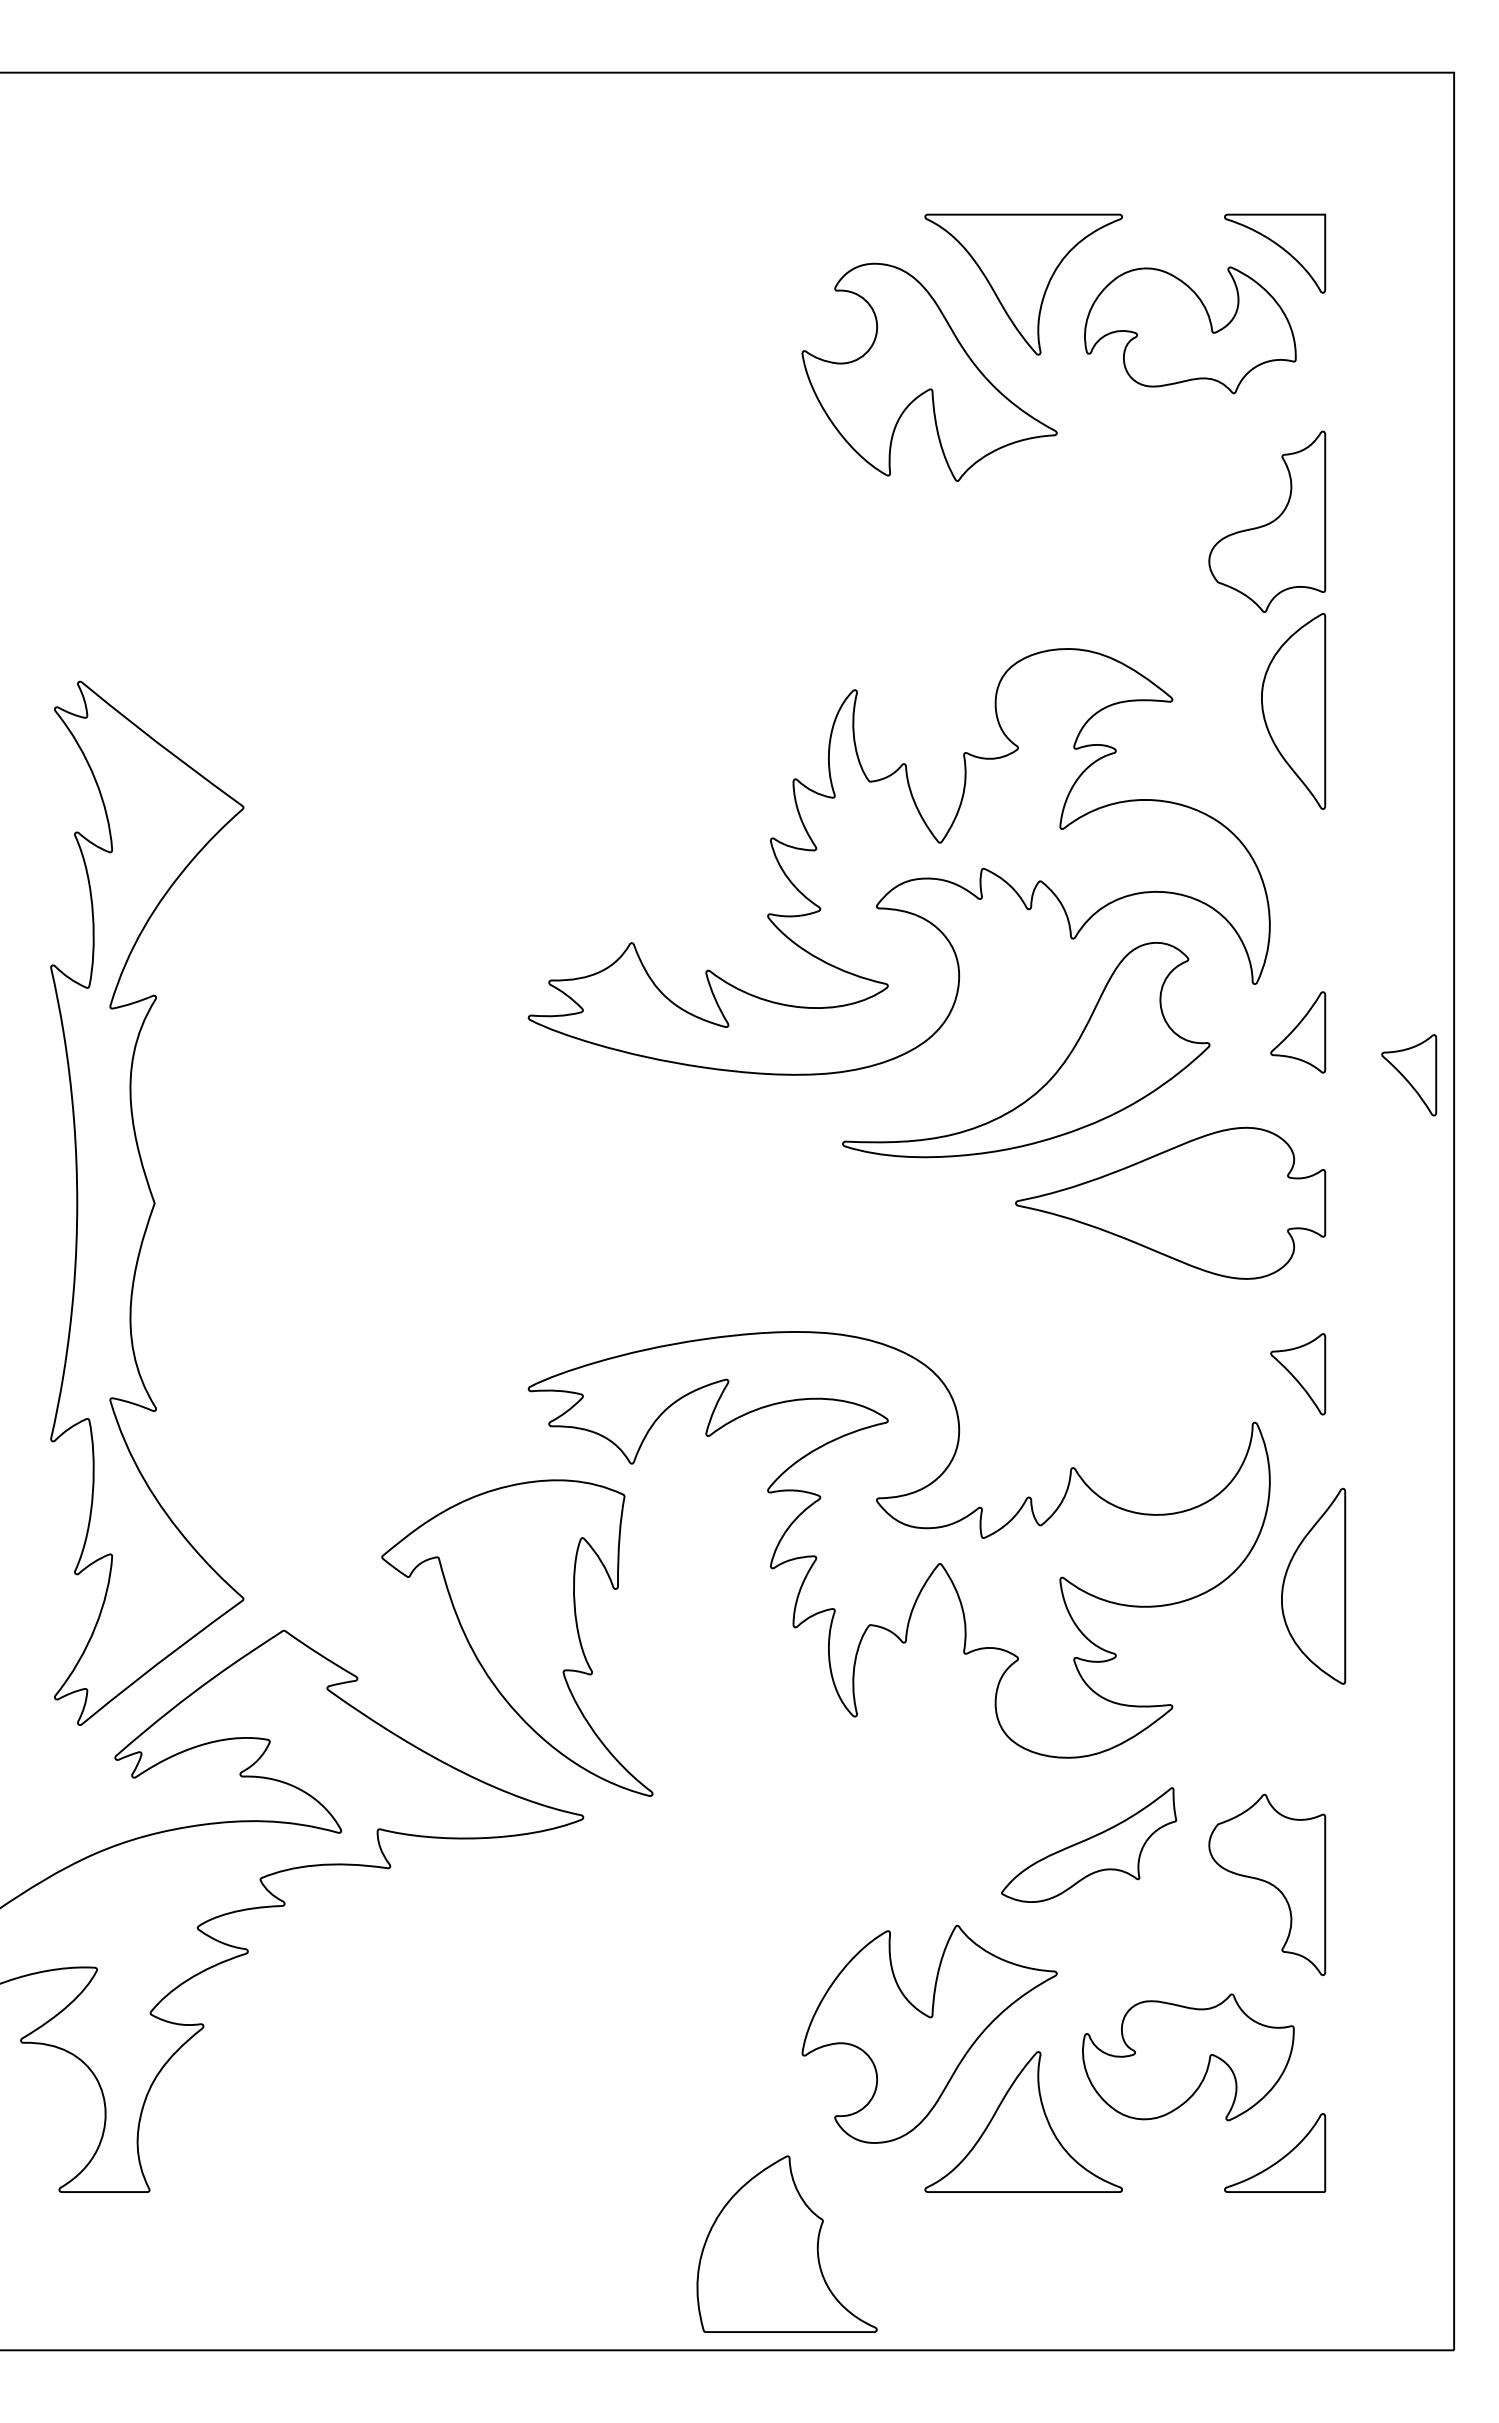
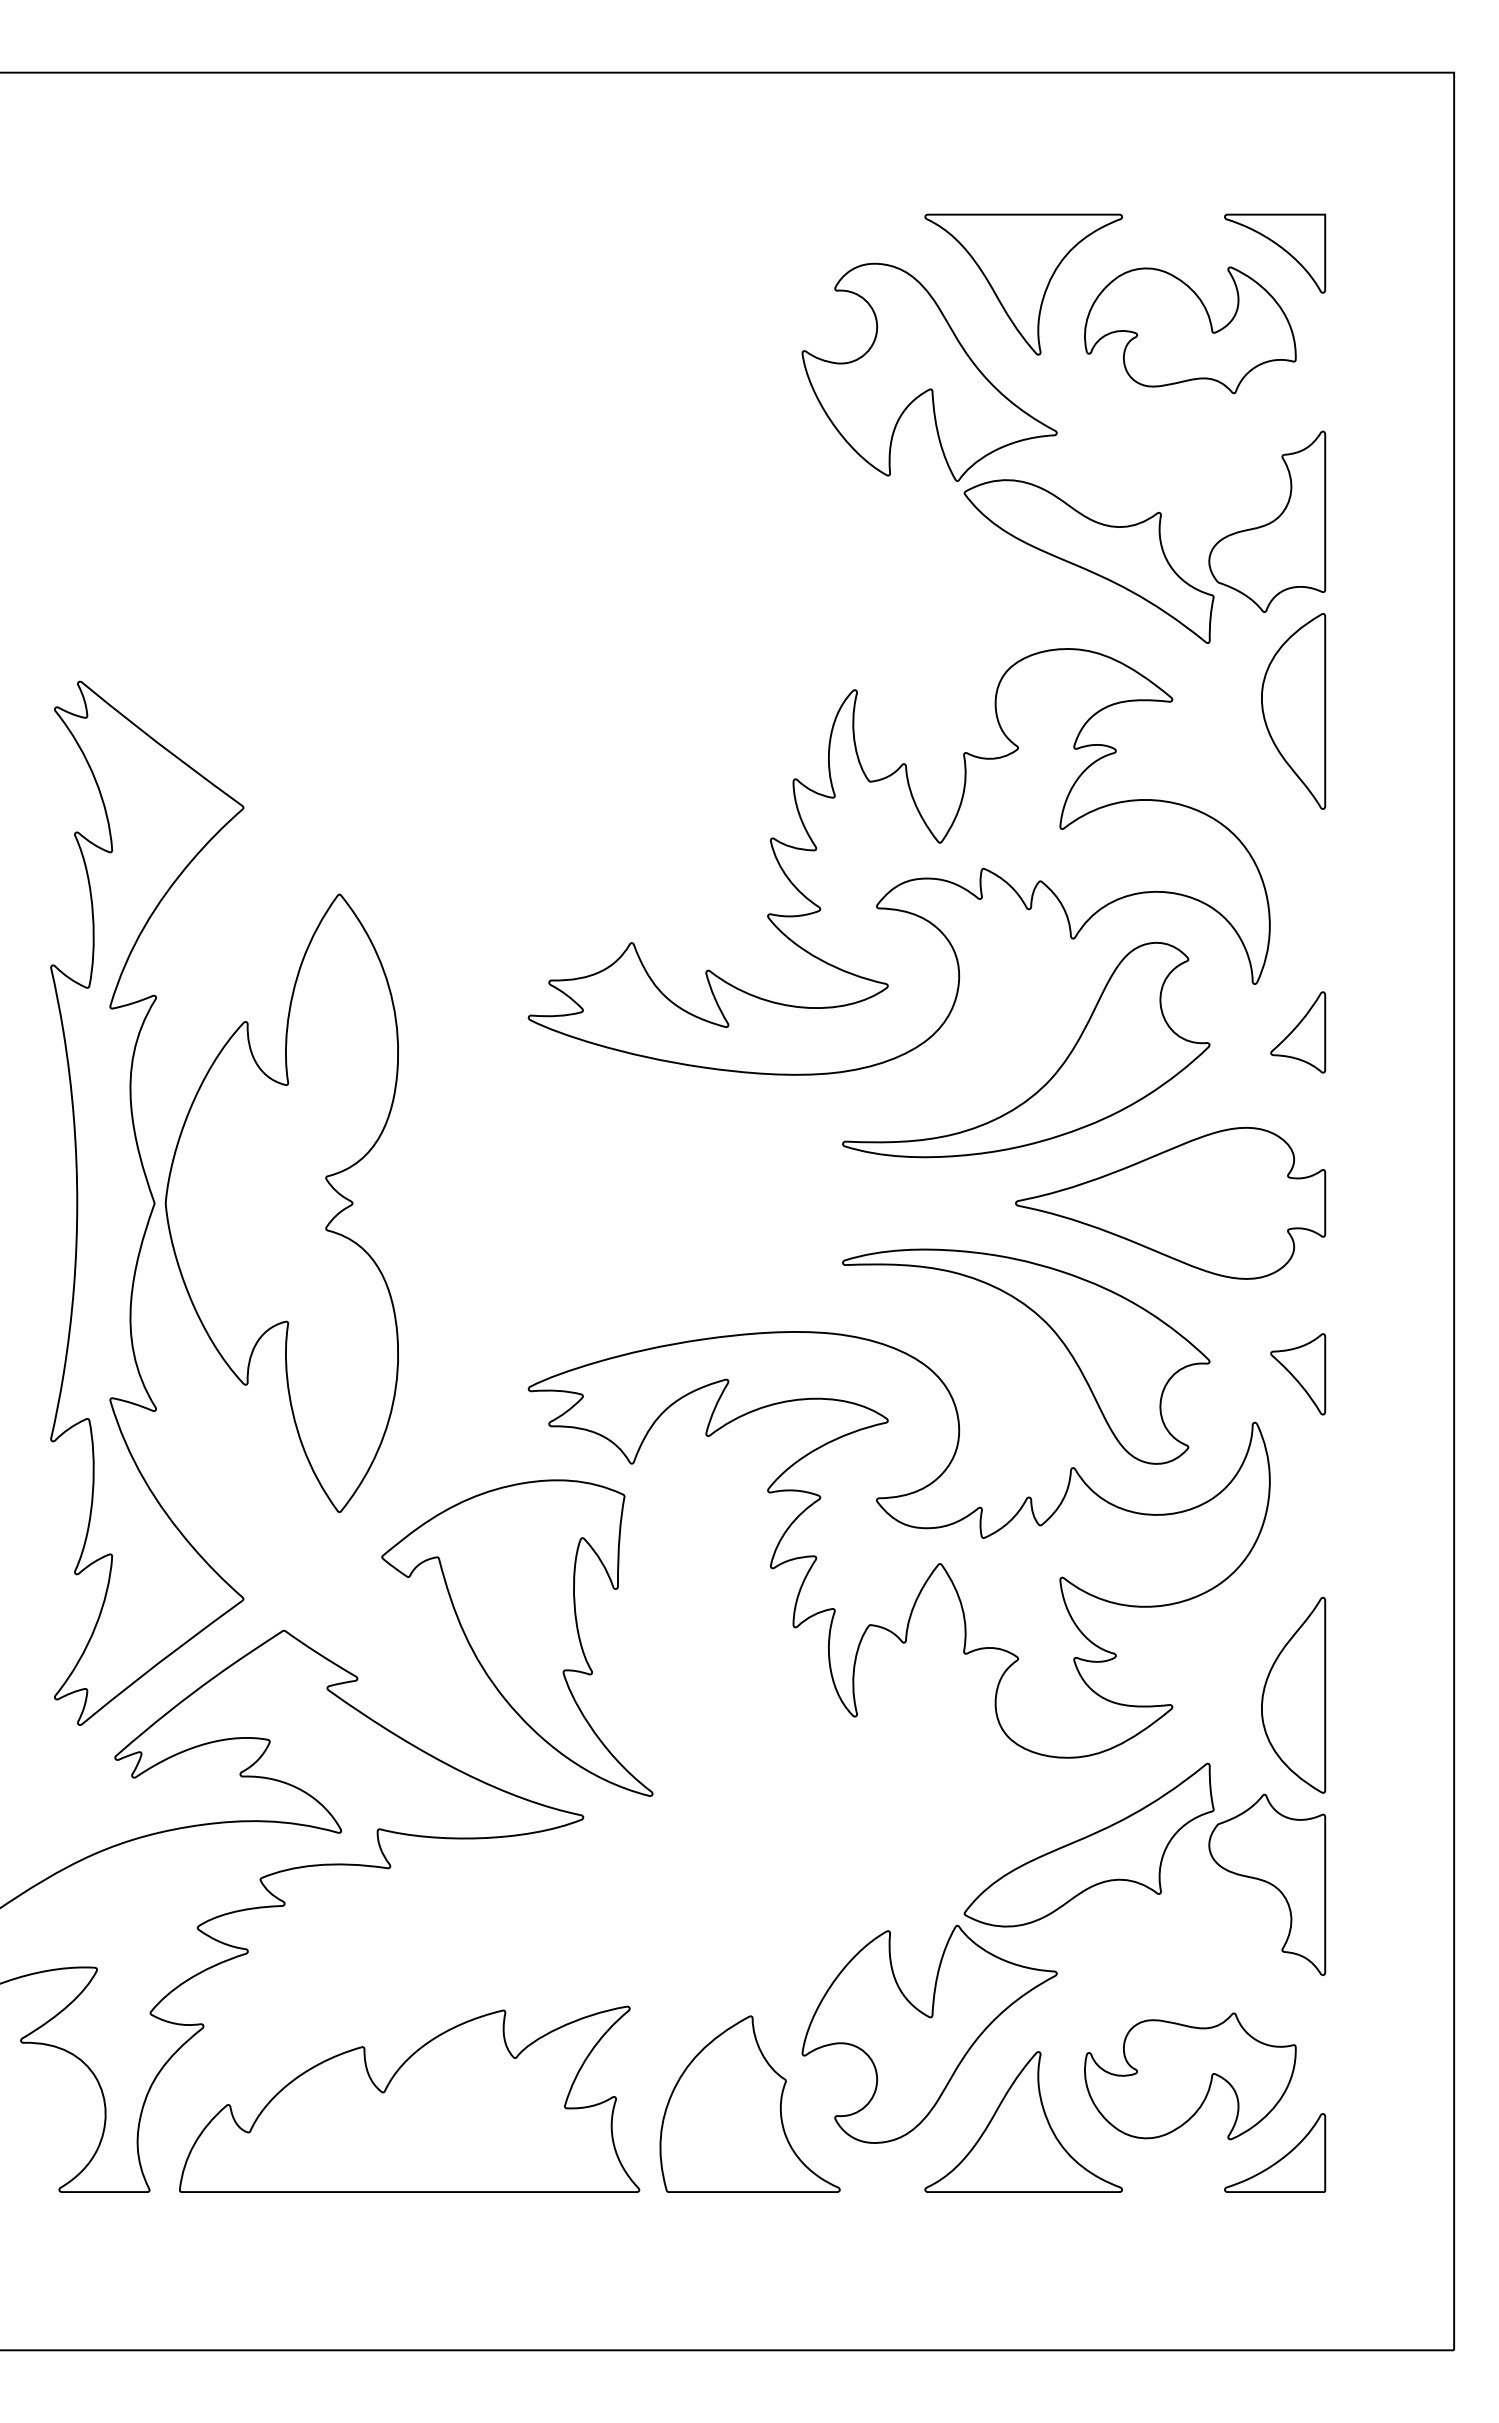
part at (1088, 561): none -> present
part at (1409, 1075): present -> none
part at (281, 1202): none -> present
part at (1053, 1332): none -> present
part at (1313, 1585) position: (1313, 1585) -> (1293, 1694)
part at (1089, 1844) size: 177x116 px -> 252x166 px
part at (1188, 2057) position: (1188, 2057) -> (1190, 2076)
part at (409, 2098): none -> present
part at (786, 2243) position: (786, 2243) -> (749, 2103)
